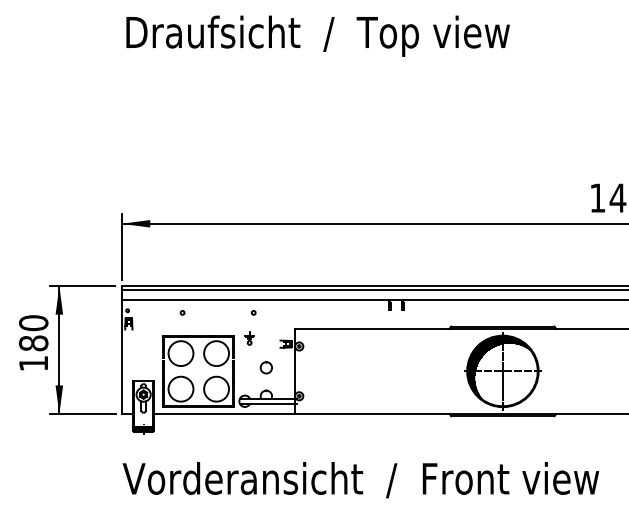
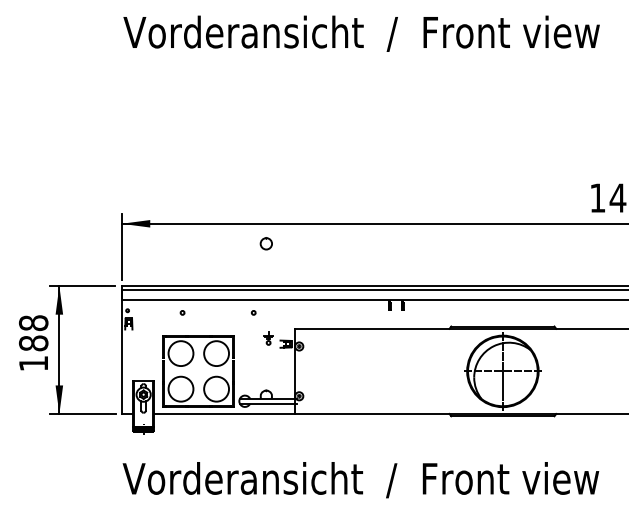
text at (361, 35): Draufsicht  /  Top view -> Vorderansicht  /  Front view
text at (33, 323): 180 -> 188
part at (249, 338) position: (249, 338) -> (268, 338)
part at (265, 367) position: (265, 367) -> (265, 243)
hatch at (499, 367): present -> none
